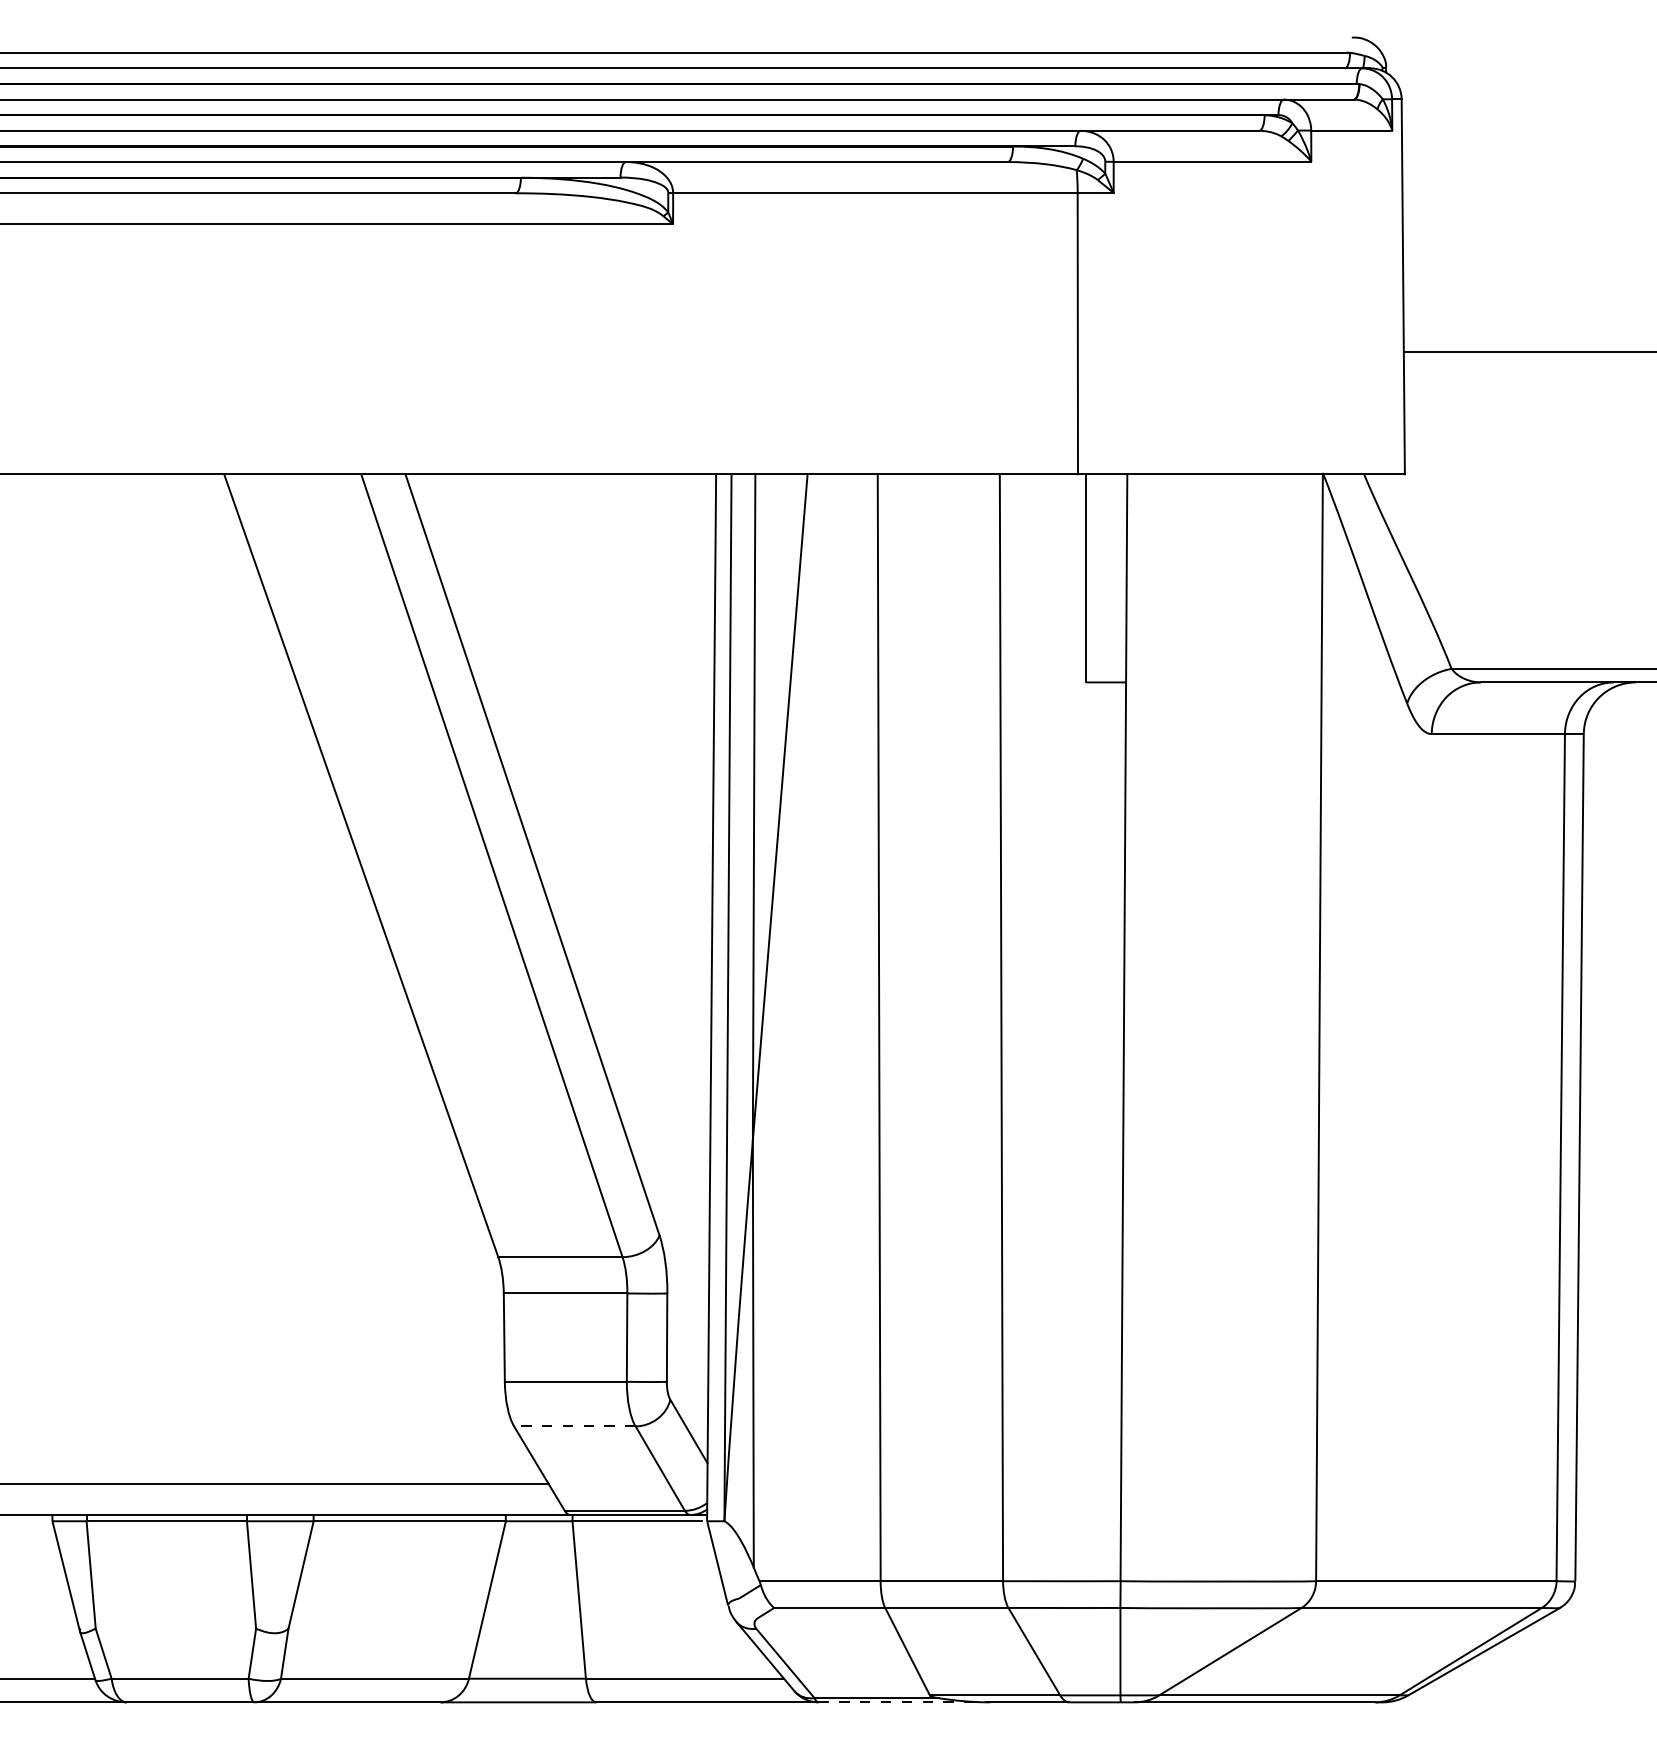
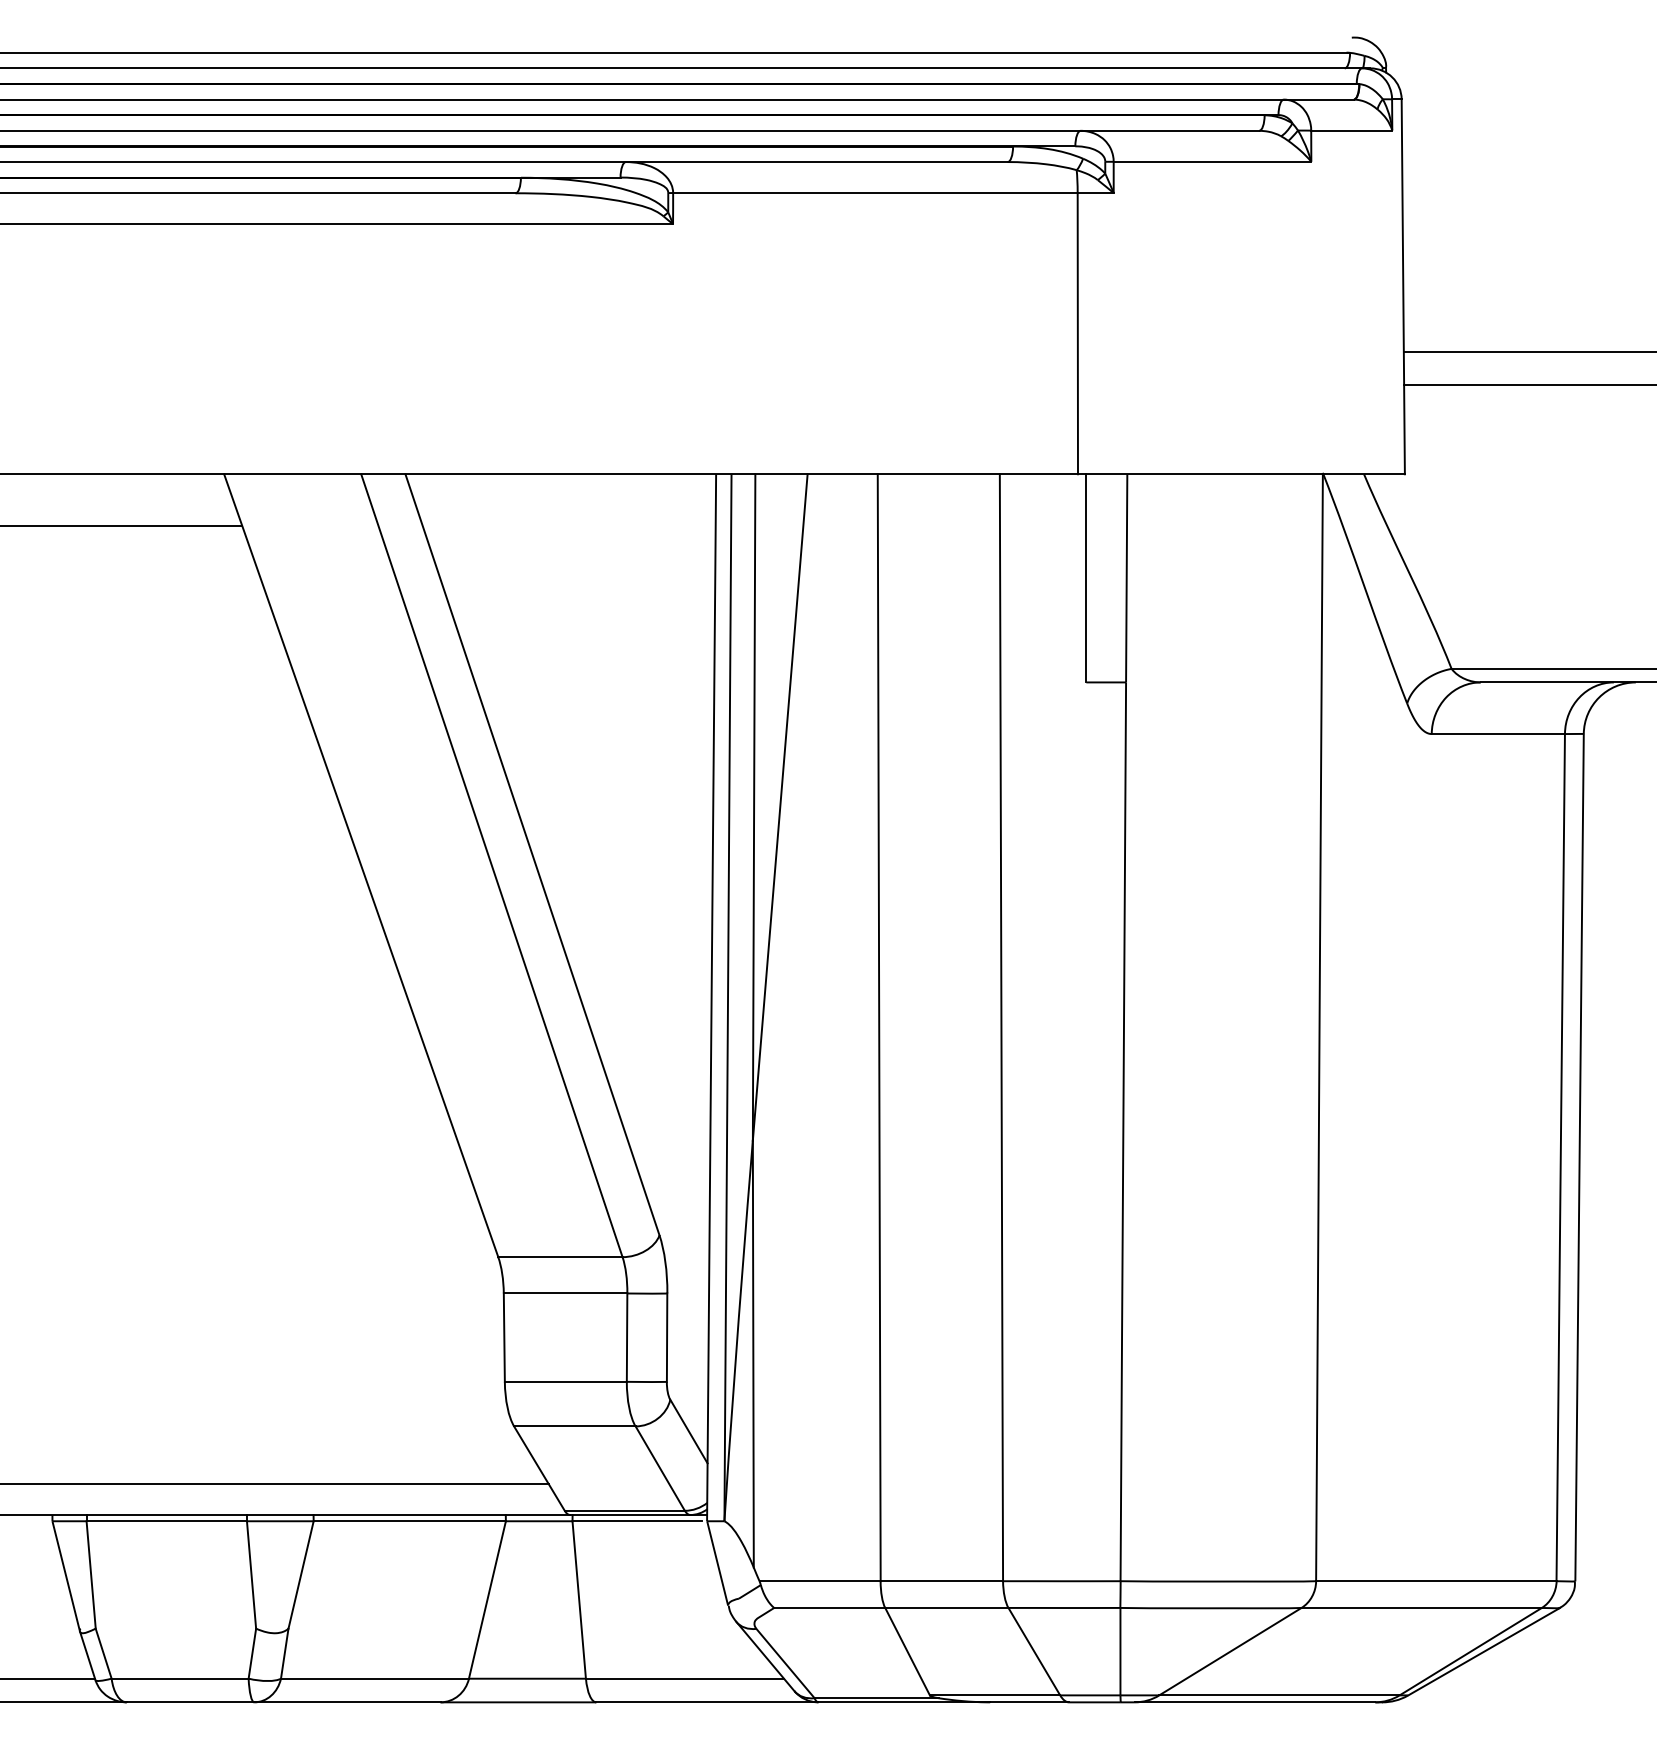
line at (1528, 385): none -> present
line at (122, 525): none -> present
line at (574, 1426): dashed -> solid
line at (904, 1702): dashed -> solid
